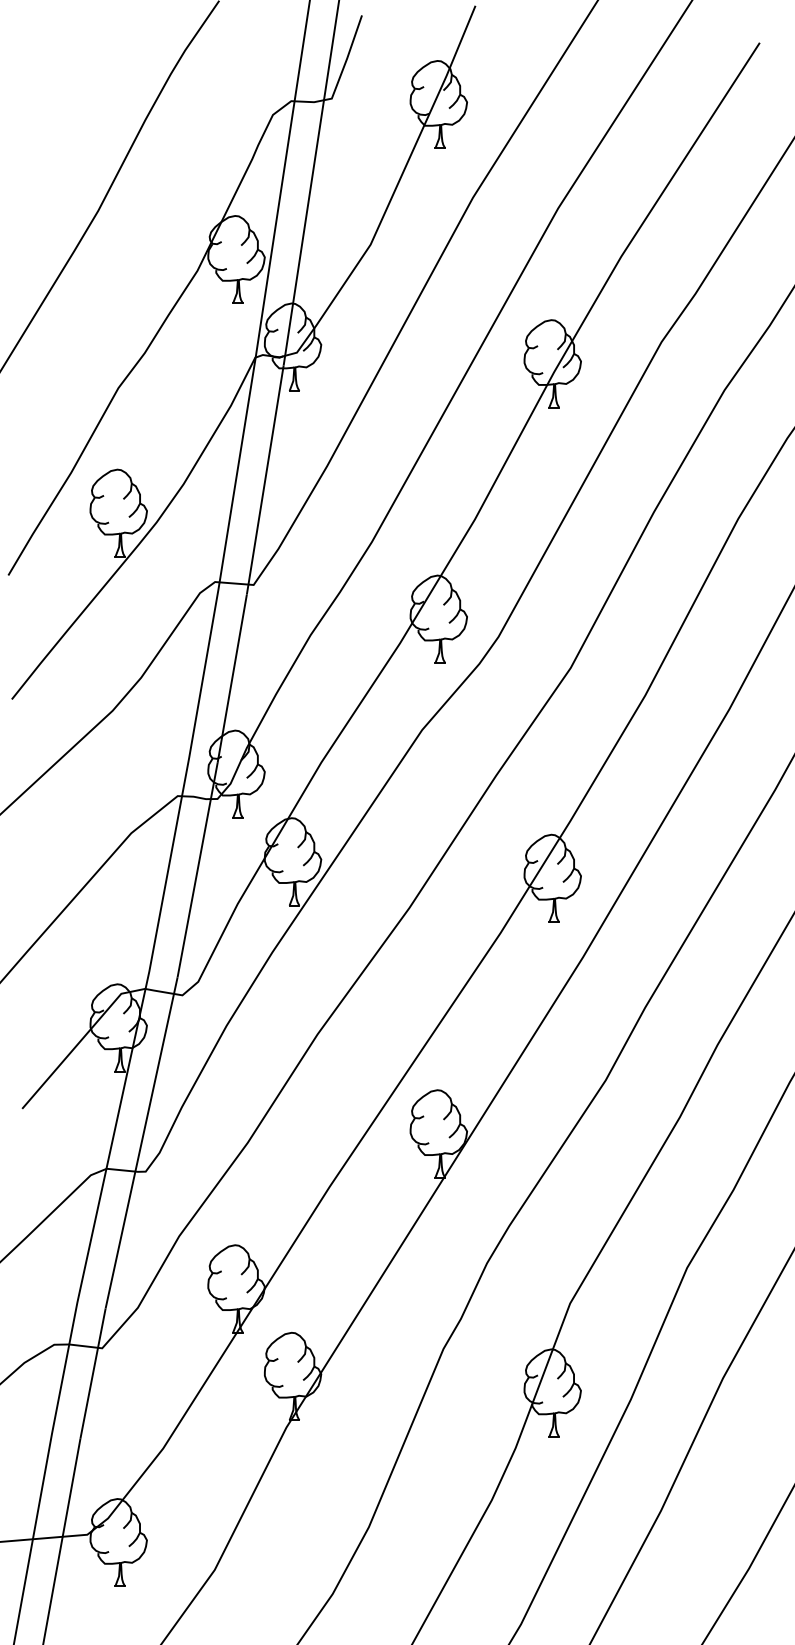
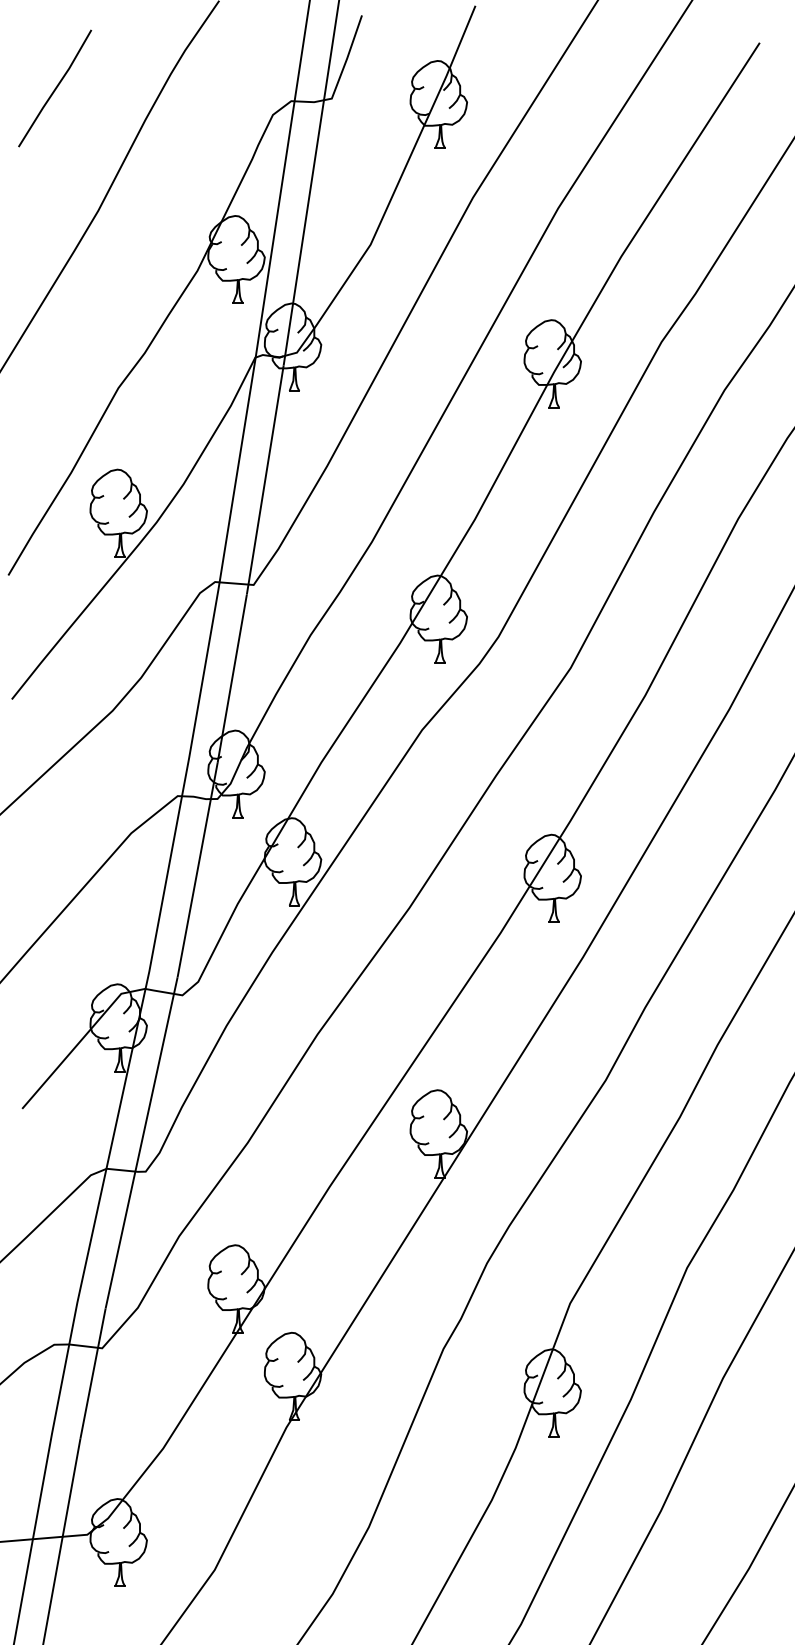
line at (55, 88): none -> present
